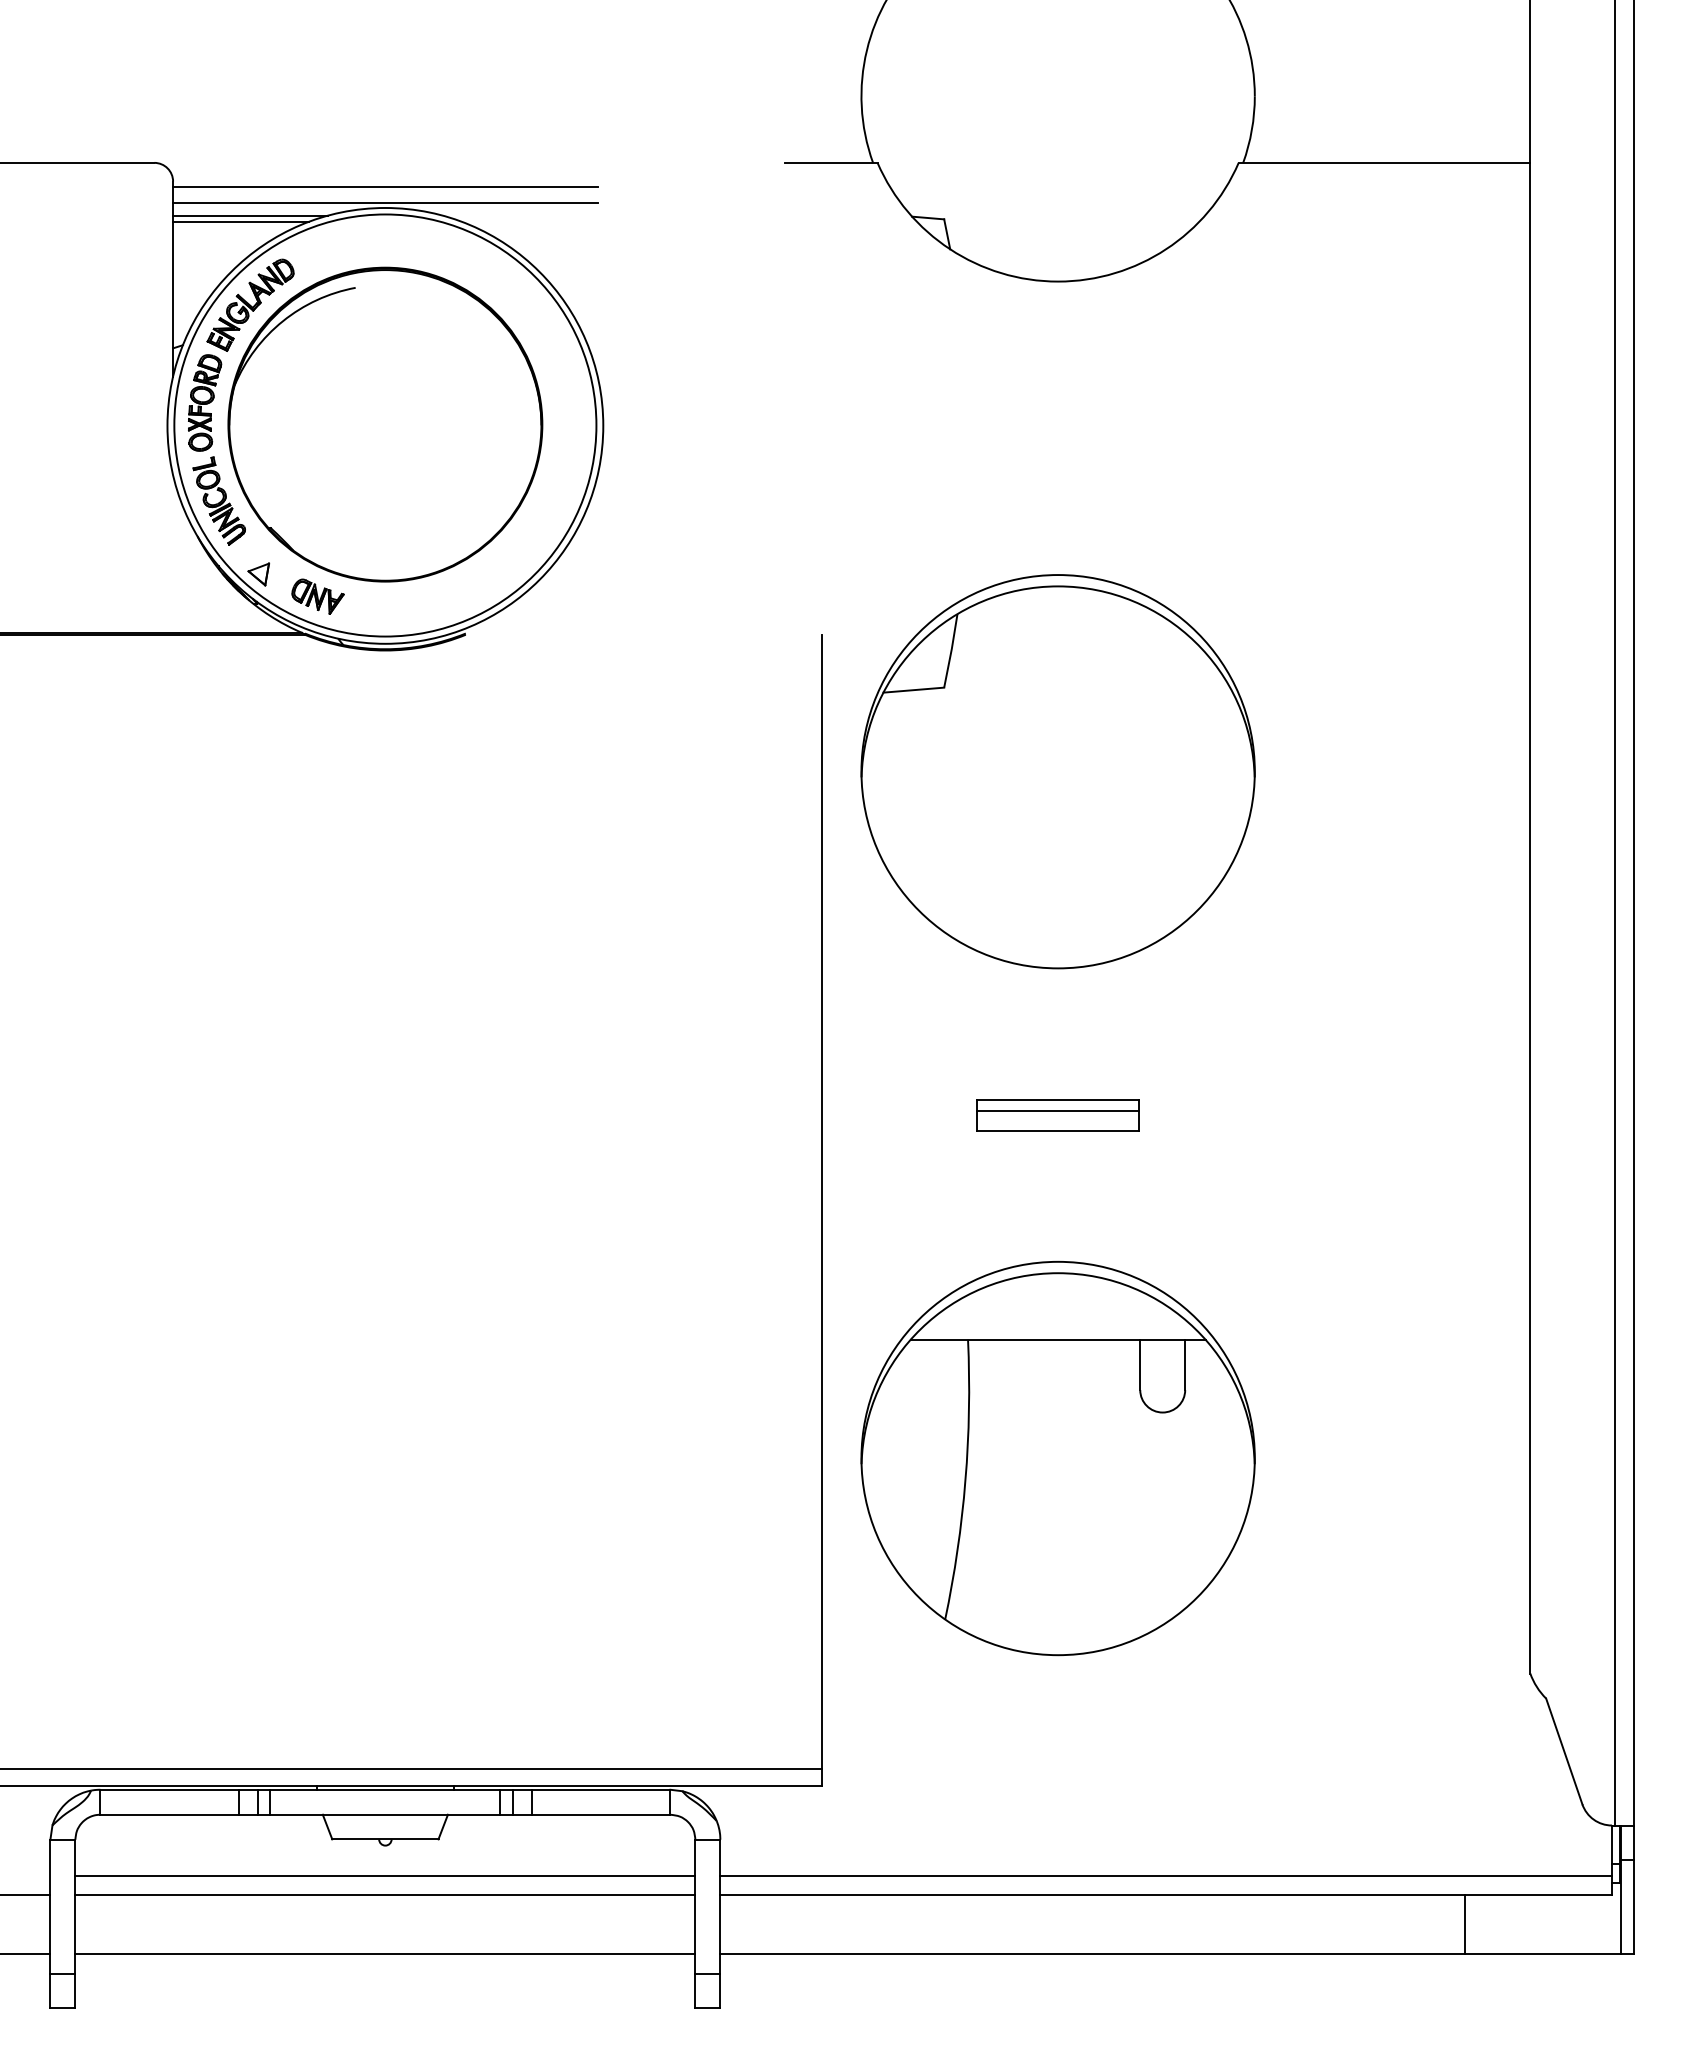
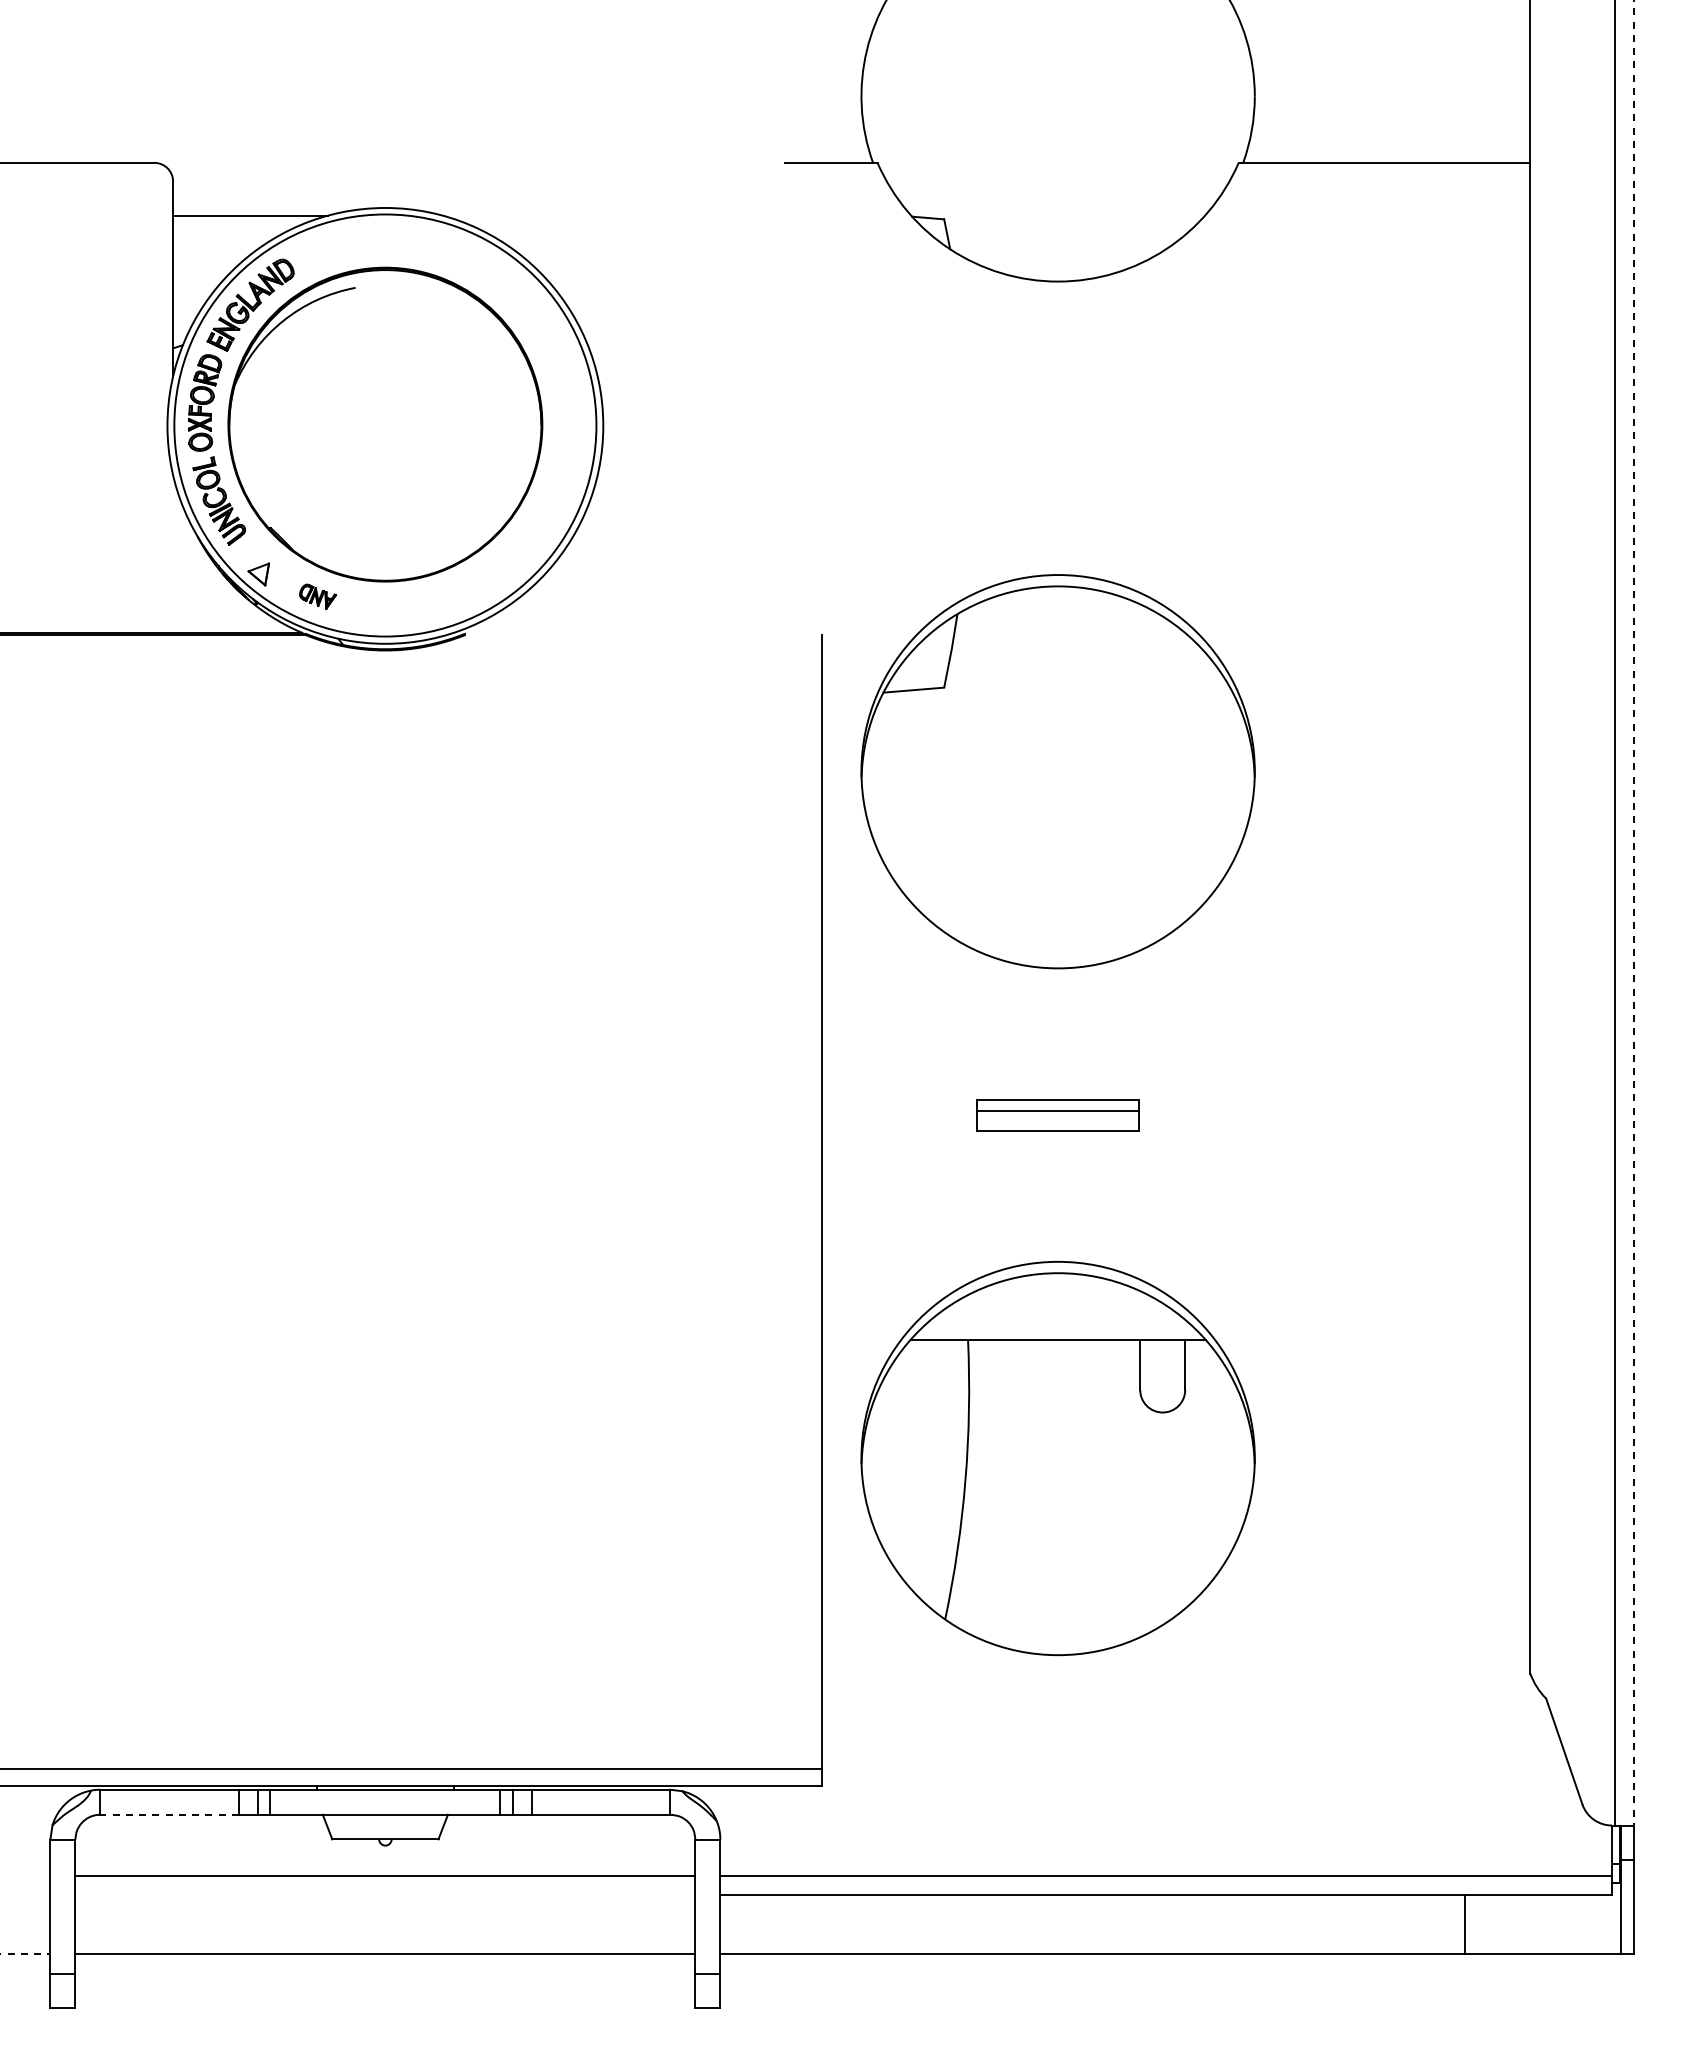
line at (385, 187): present -> none
line at (385, 202): present -> none
line at (240, 222): present -> none
part at (317, 596) size: 54x37 px -> 38x27 px
line at (1633, 912): solid -> dashed
line at (169, 1814): solid -> dashed
line at (26, 1895): present -> none
line at (385, 1895): present -> none
line at (25, 1953): solid -> dashed
